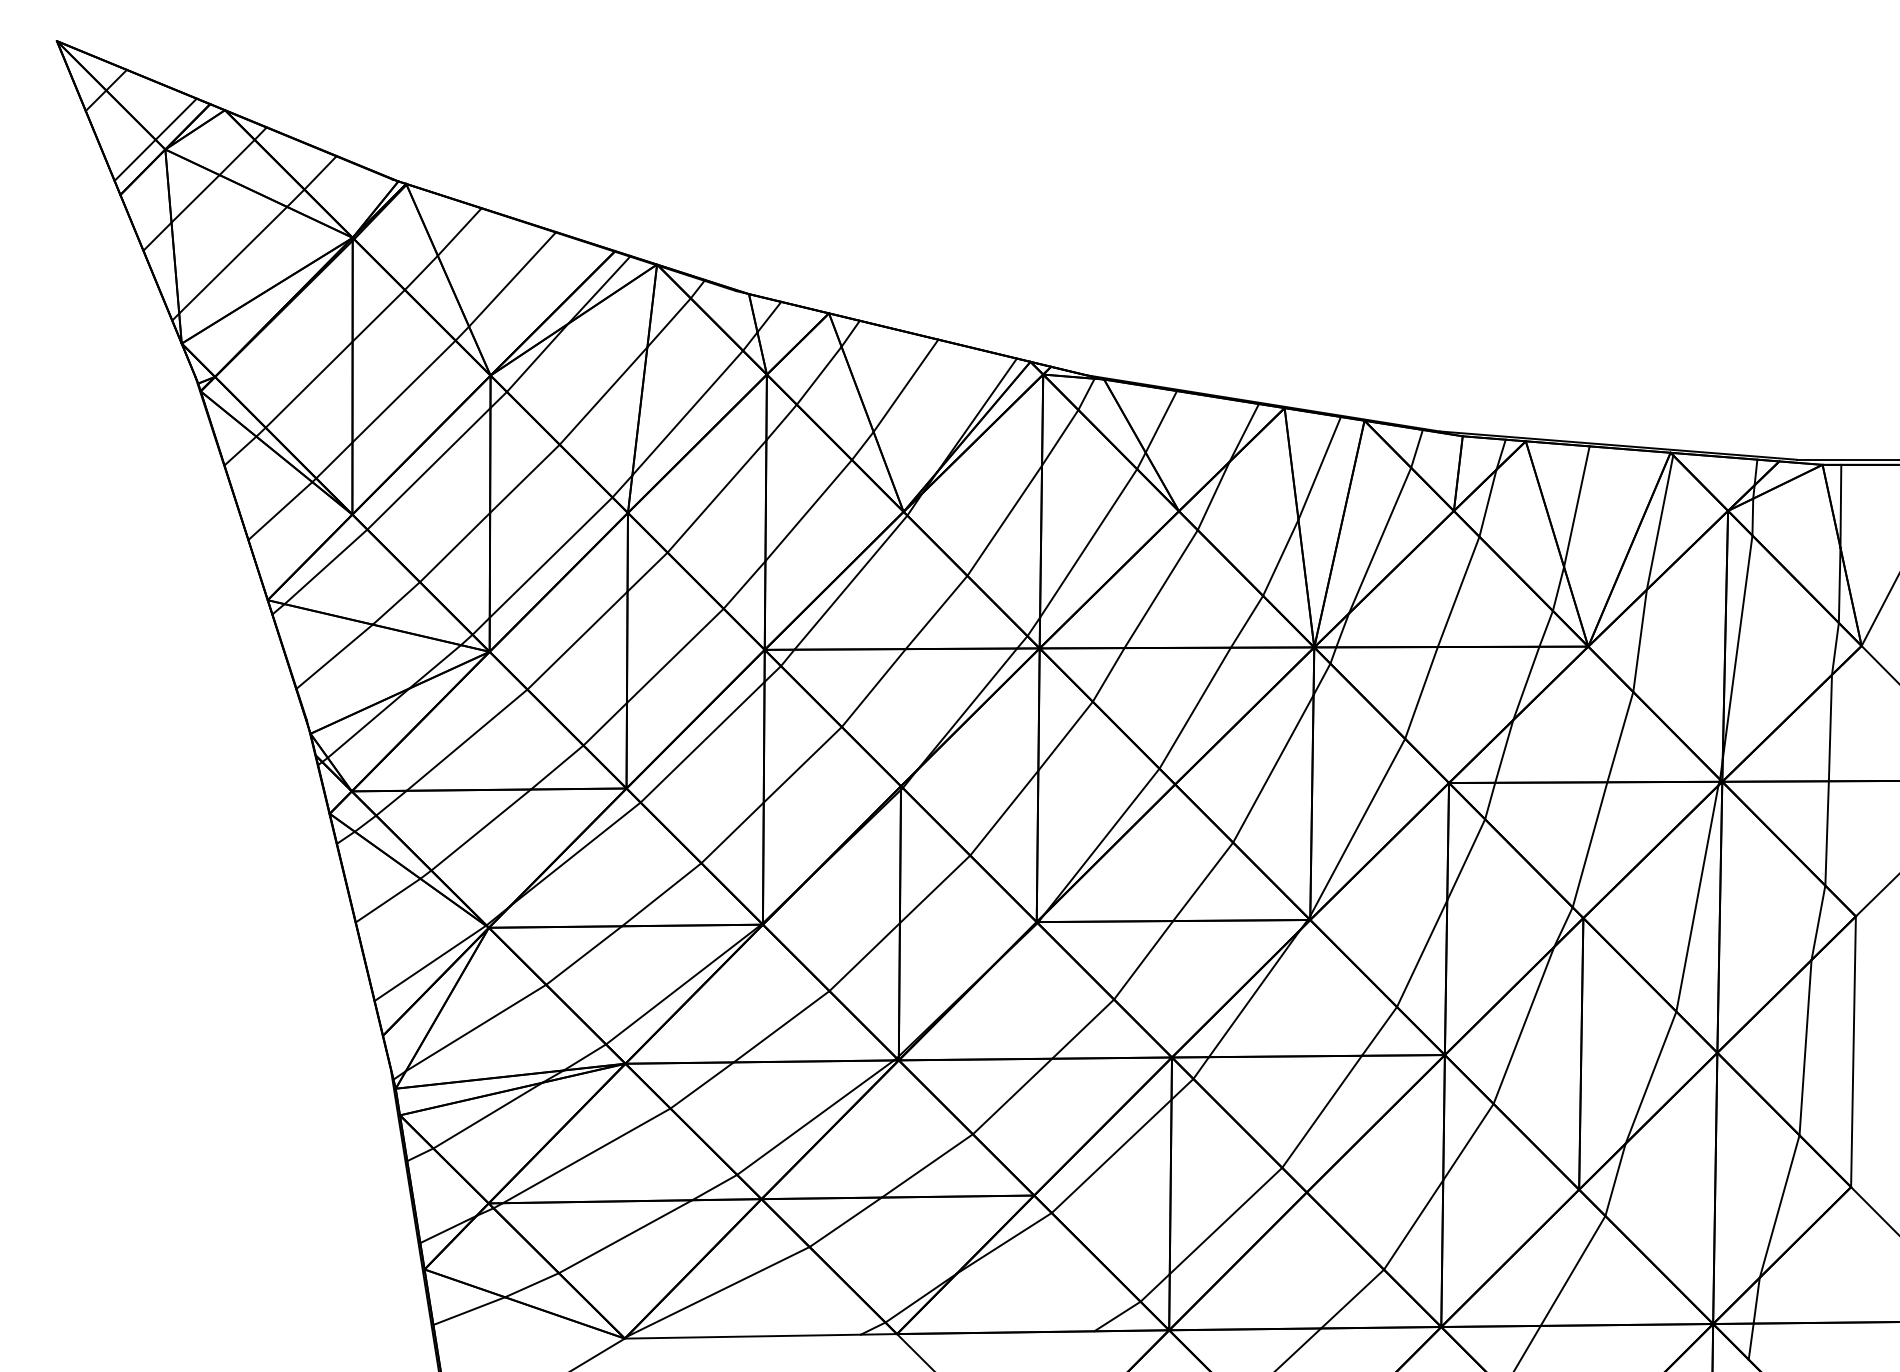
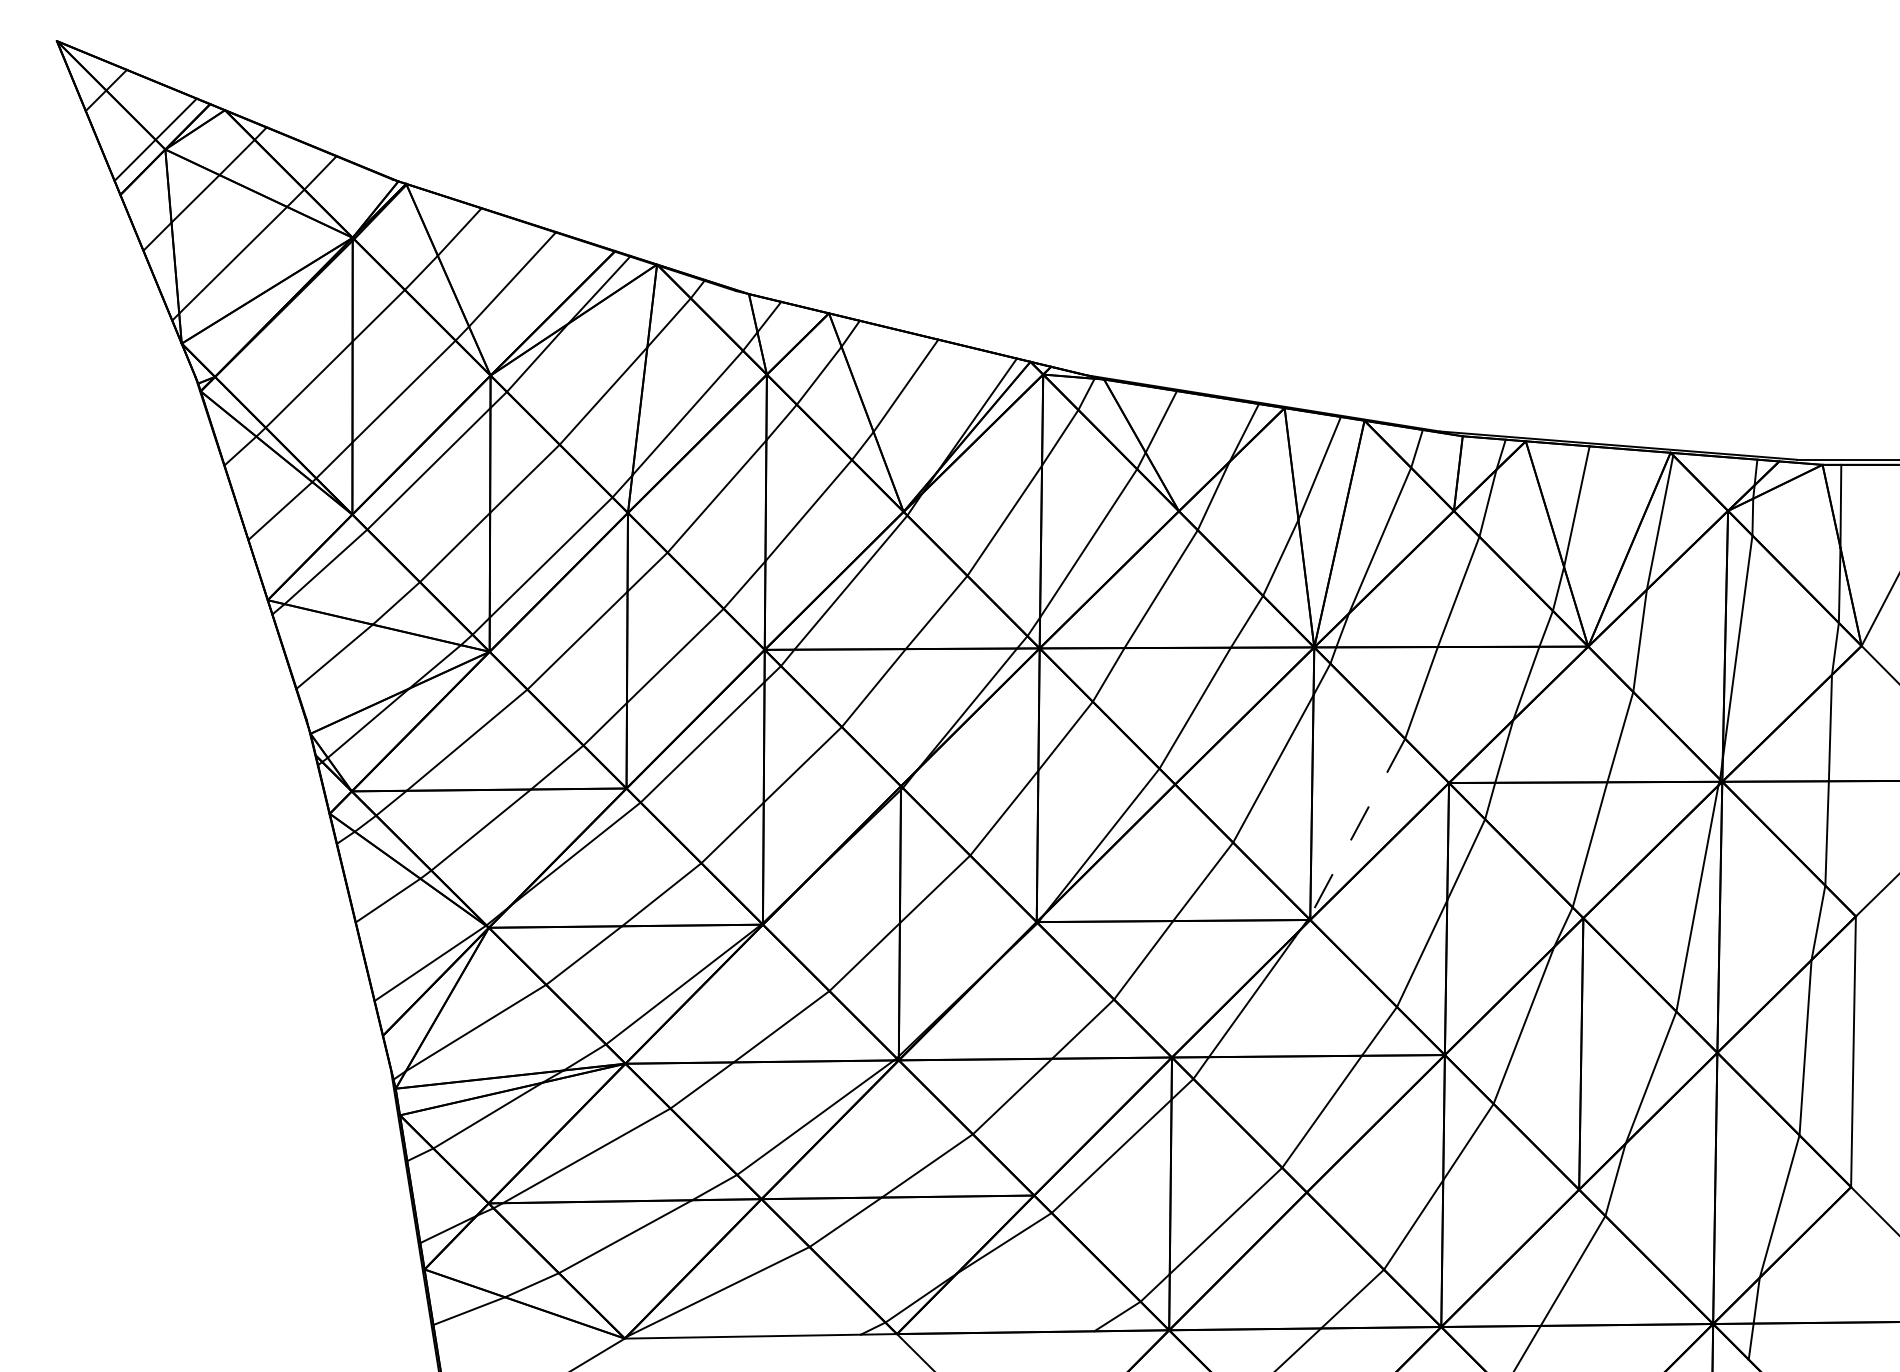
line at (1357, 827): solid -> dashed
